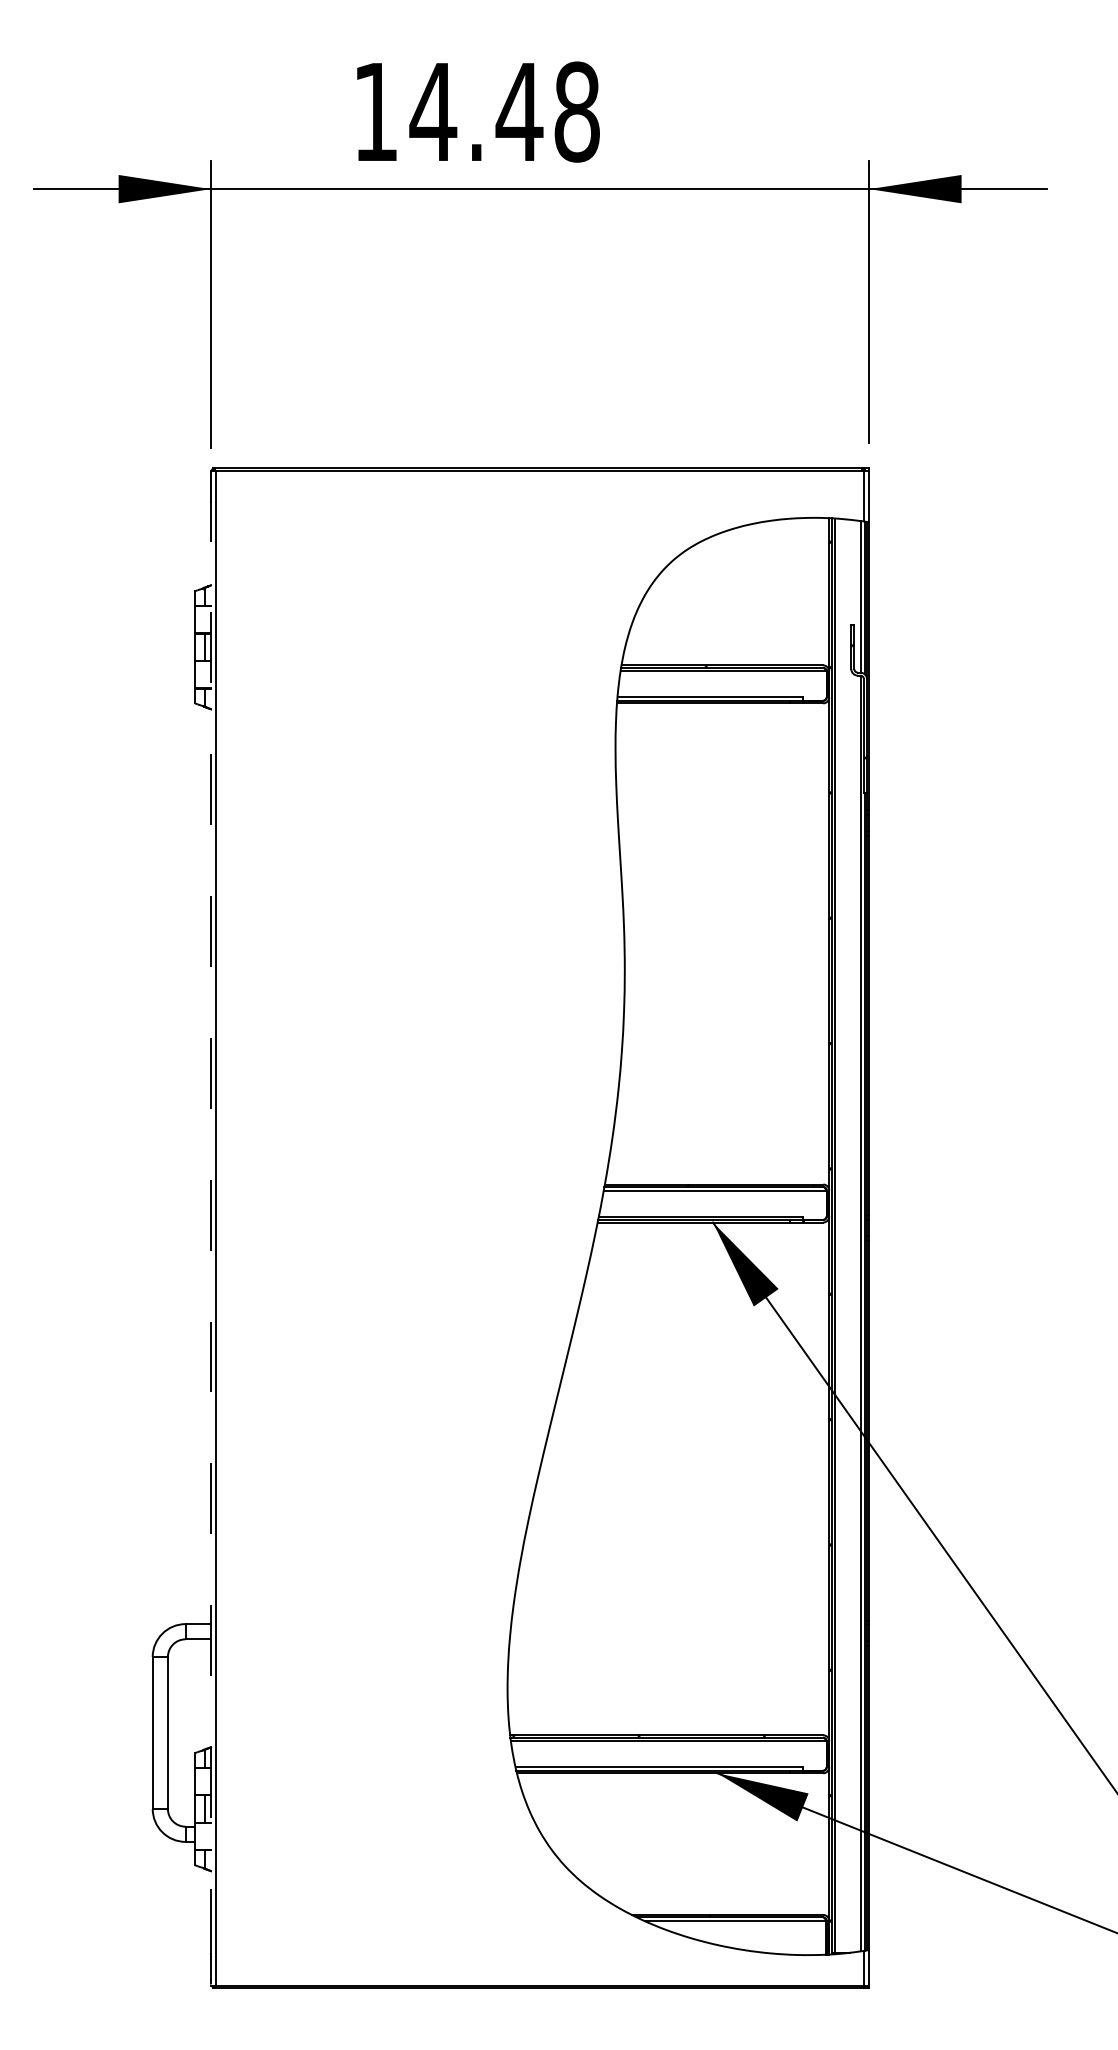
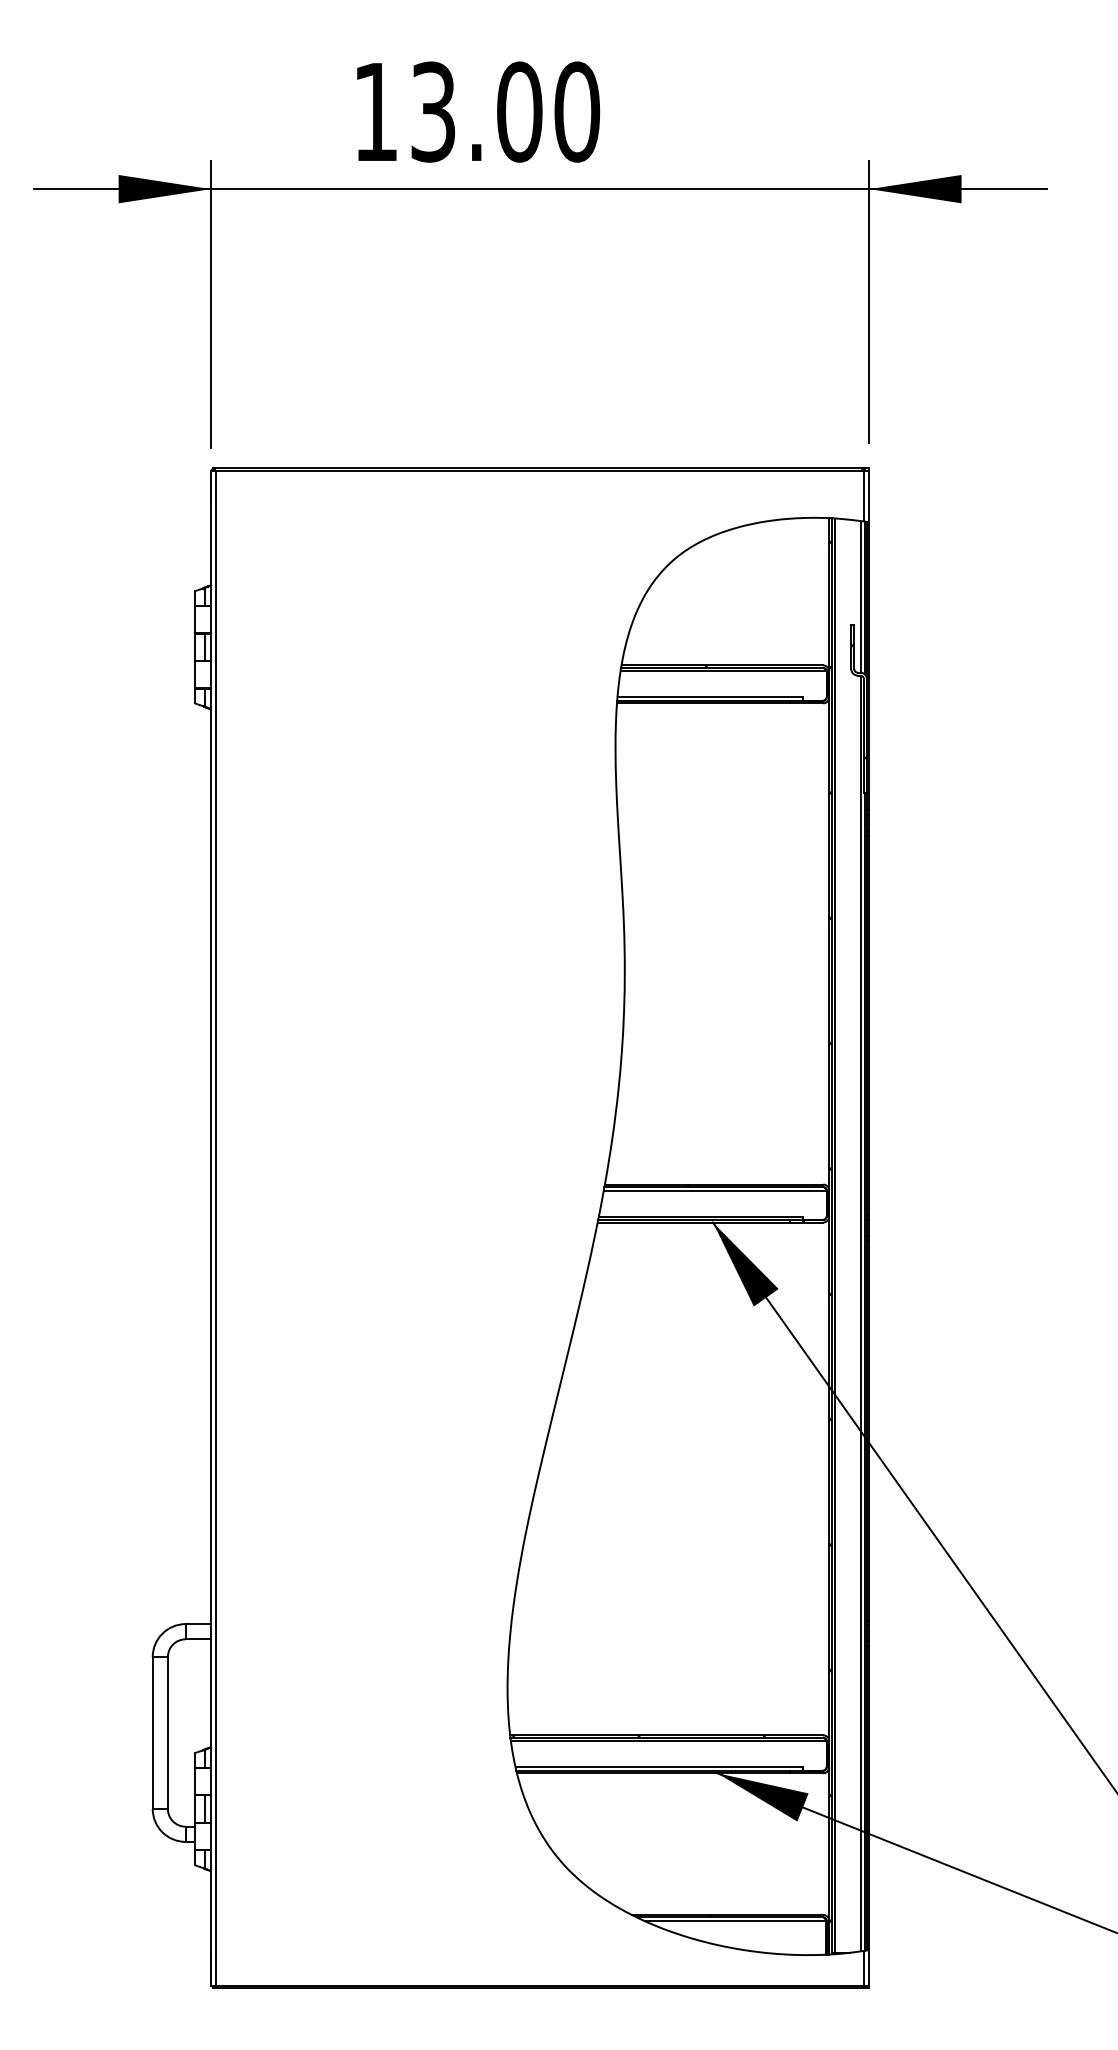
text at (504, 111): 14.48 -> 13.00
line at (210, 1228): dashed -> solid
